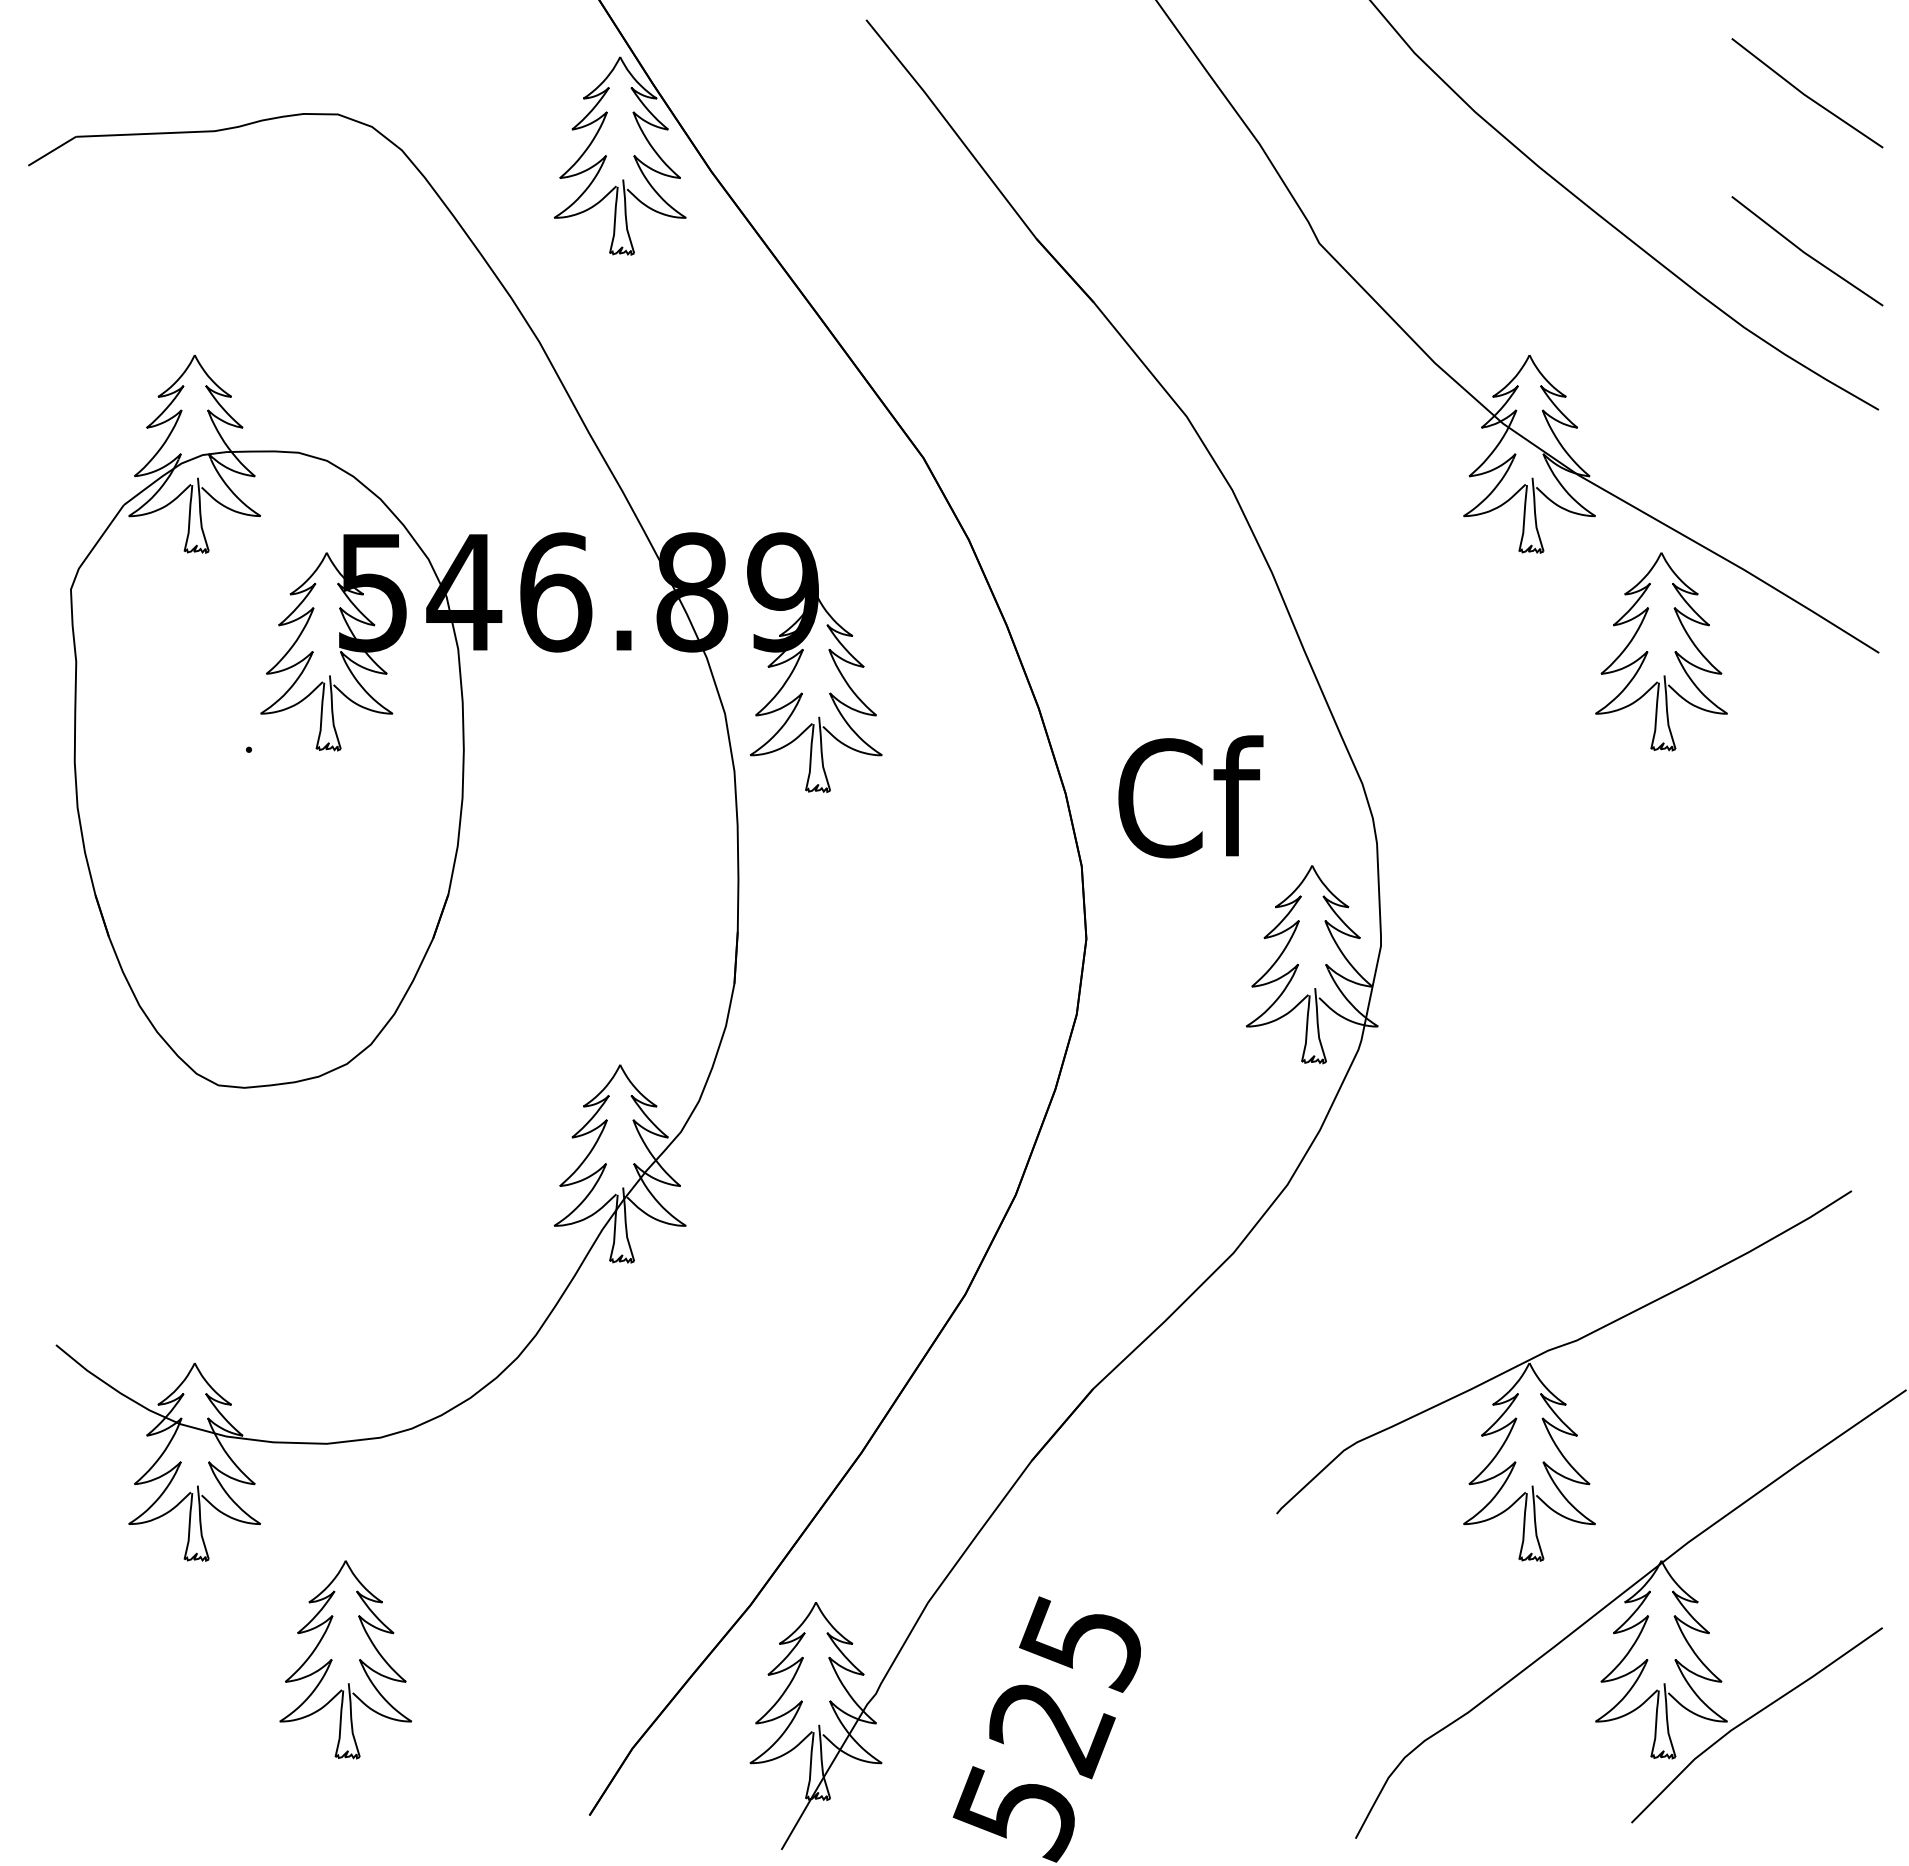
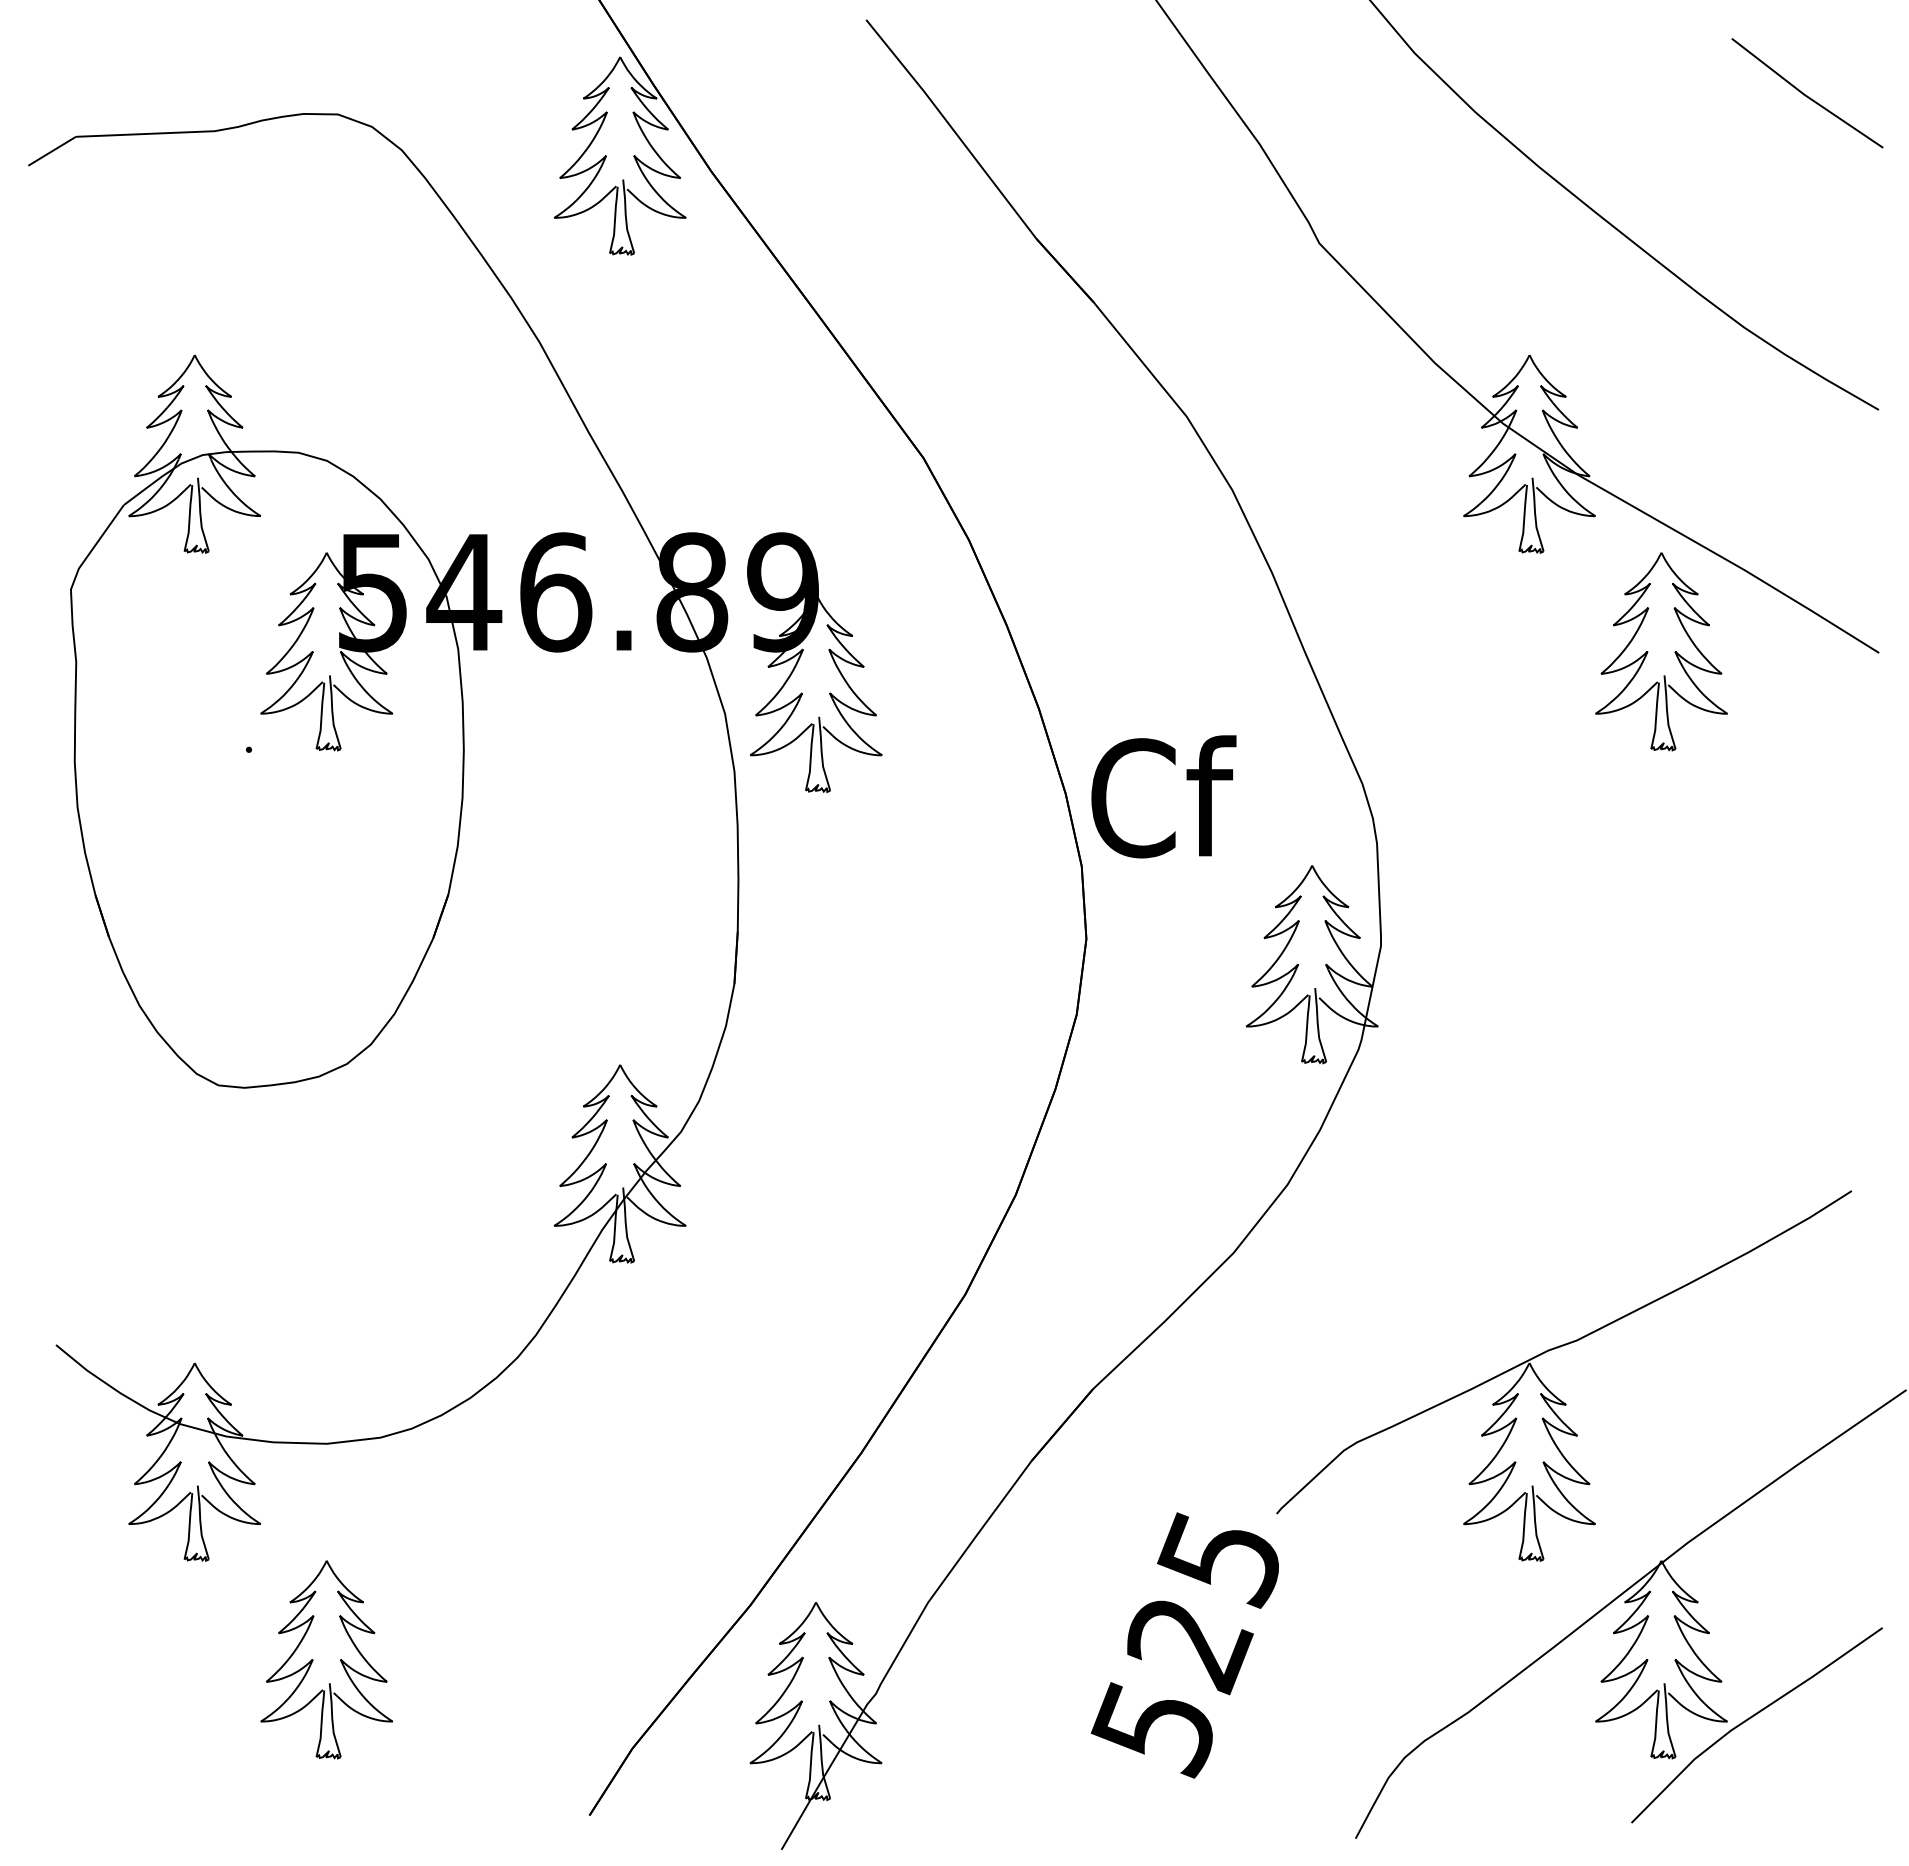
line at (1807, 253): present -> none
text at (1190, 796) position: (1190, 796) -> (1163, 796)
part at (332, 1659) position: (332, 1659) -> (313, 1659)
text at (1046, 1729) position: (1046, 1729) -> (1184, 1645)
